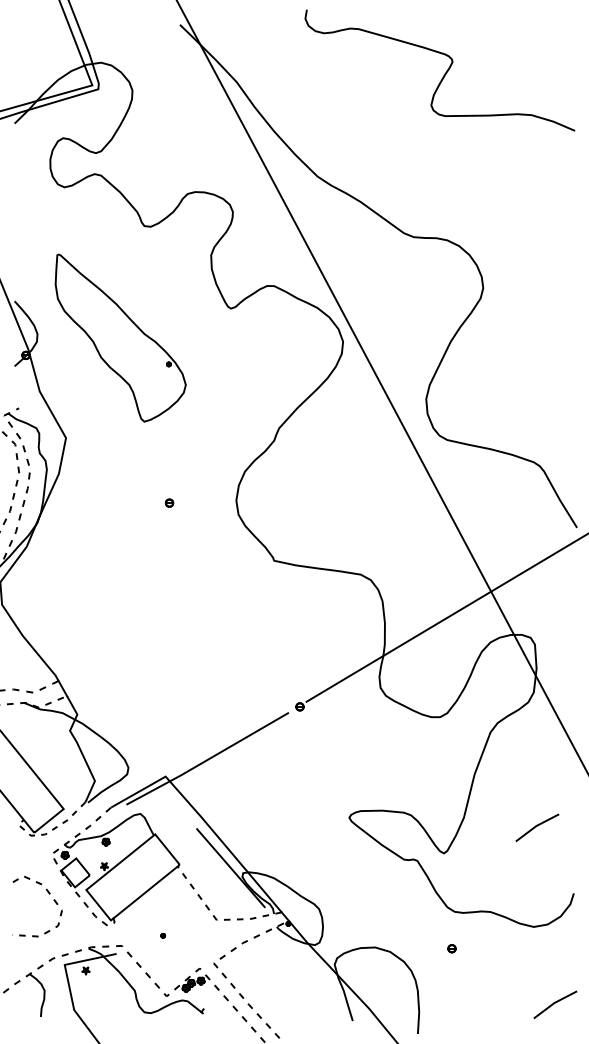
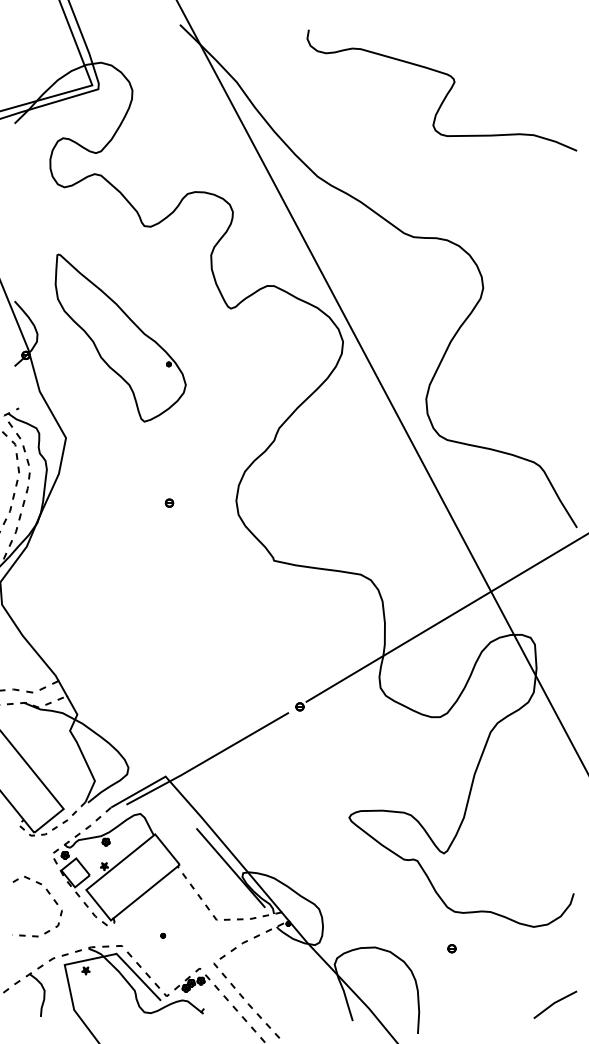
curve at (444, 73) position: (444, 73) -> (446, 93)
line at (537, 826): present -> none
line at (138, 976): none -> present
